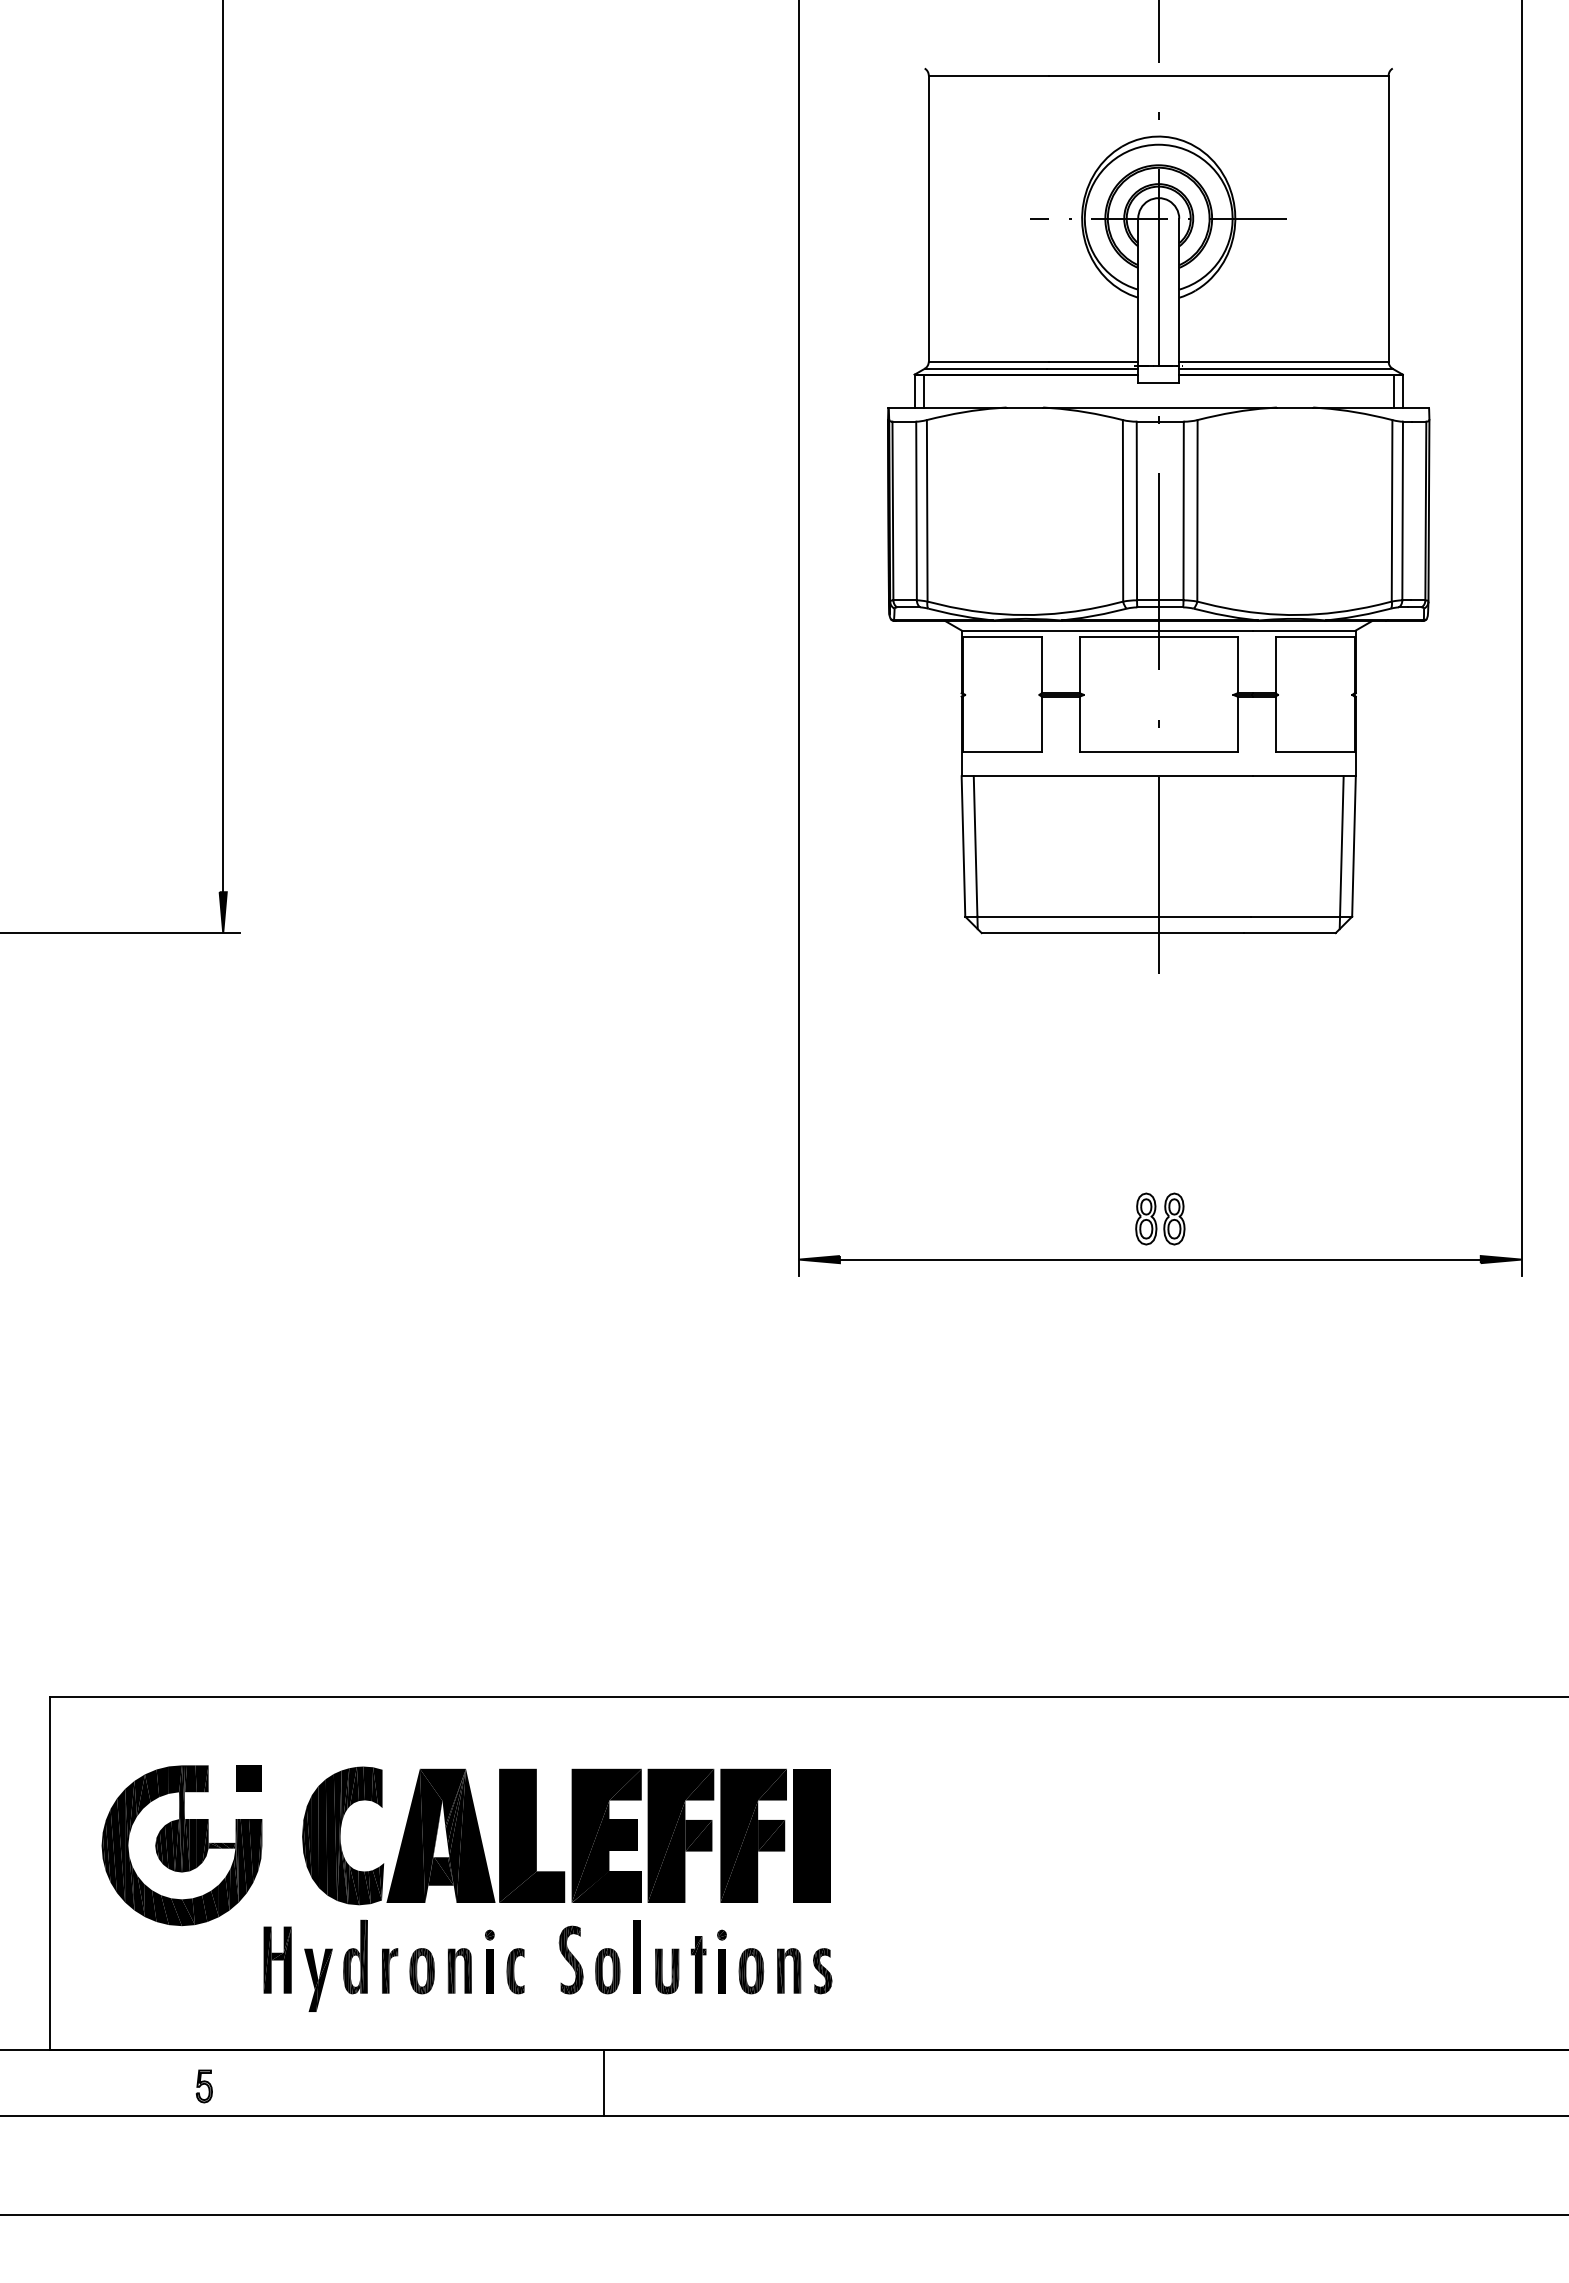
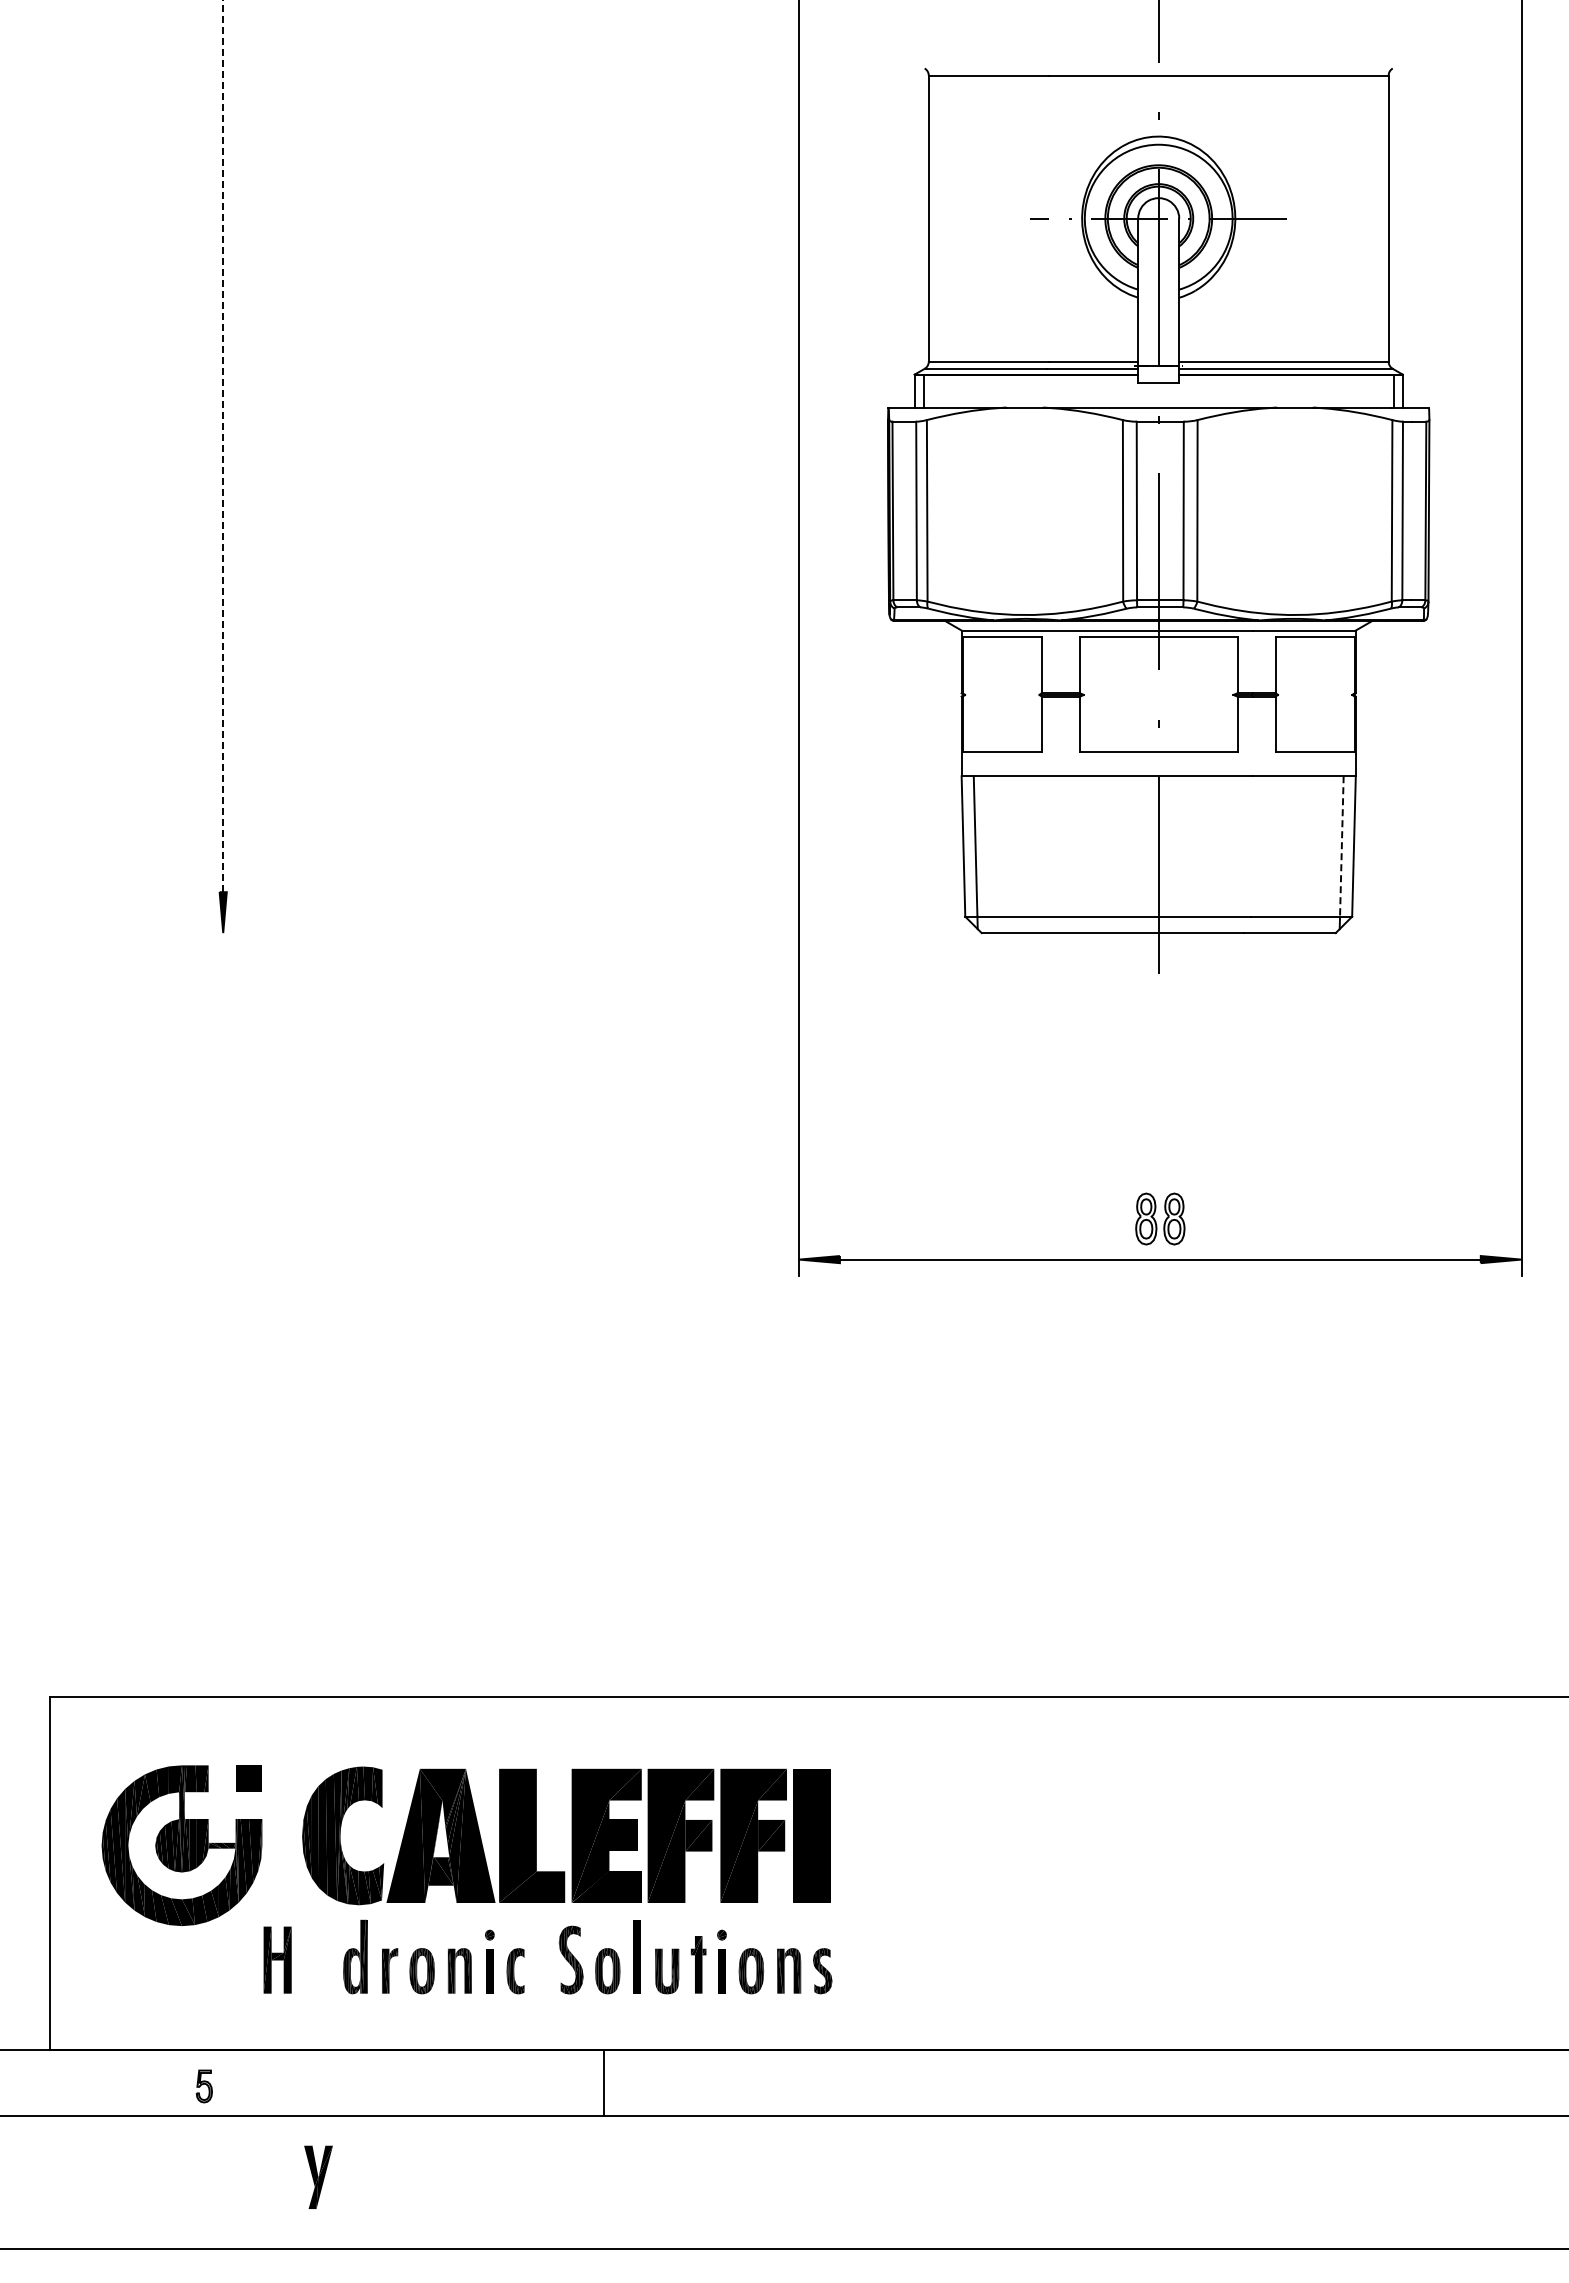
line at (223, 446): solid -> dashed
line at (1341, 846): solid -> dashed
line at (120, 933): present -> none
part at (318, 1979) position: (318, 1979) -> (318, 2176)
line at (783, 2214) position: (783, 2214) -> (783, 2248)
